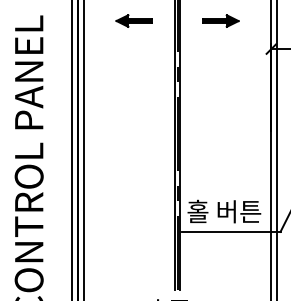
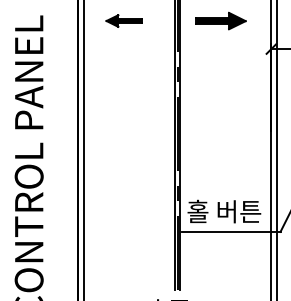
part at (133, 20) position: (133, 20) -> (123, 20)
part at (220, 20) size: 38x14 px -> 52x20 px
line at (72, 149): present -> none
